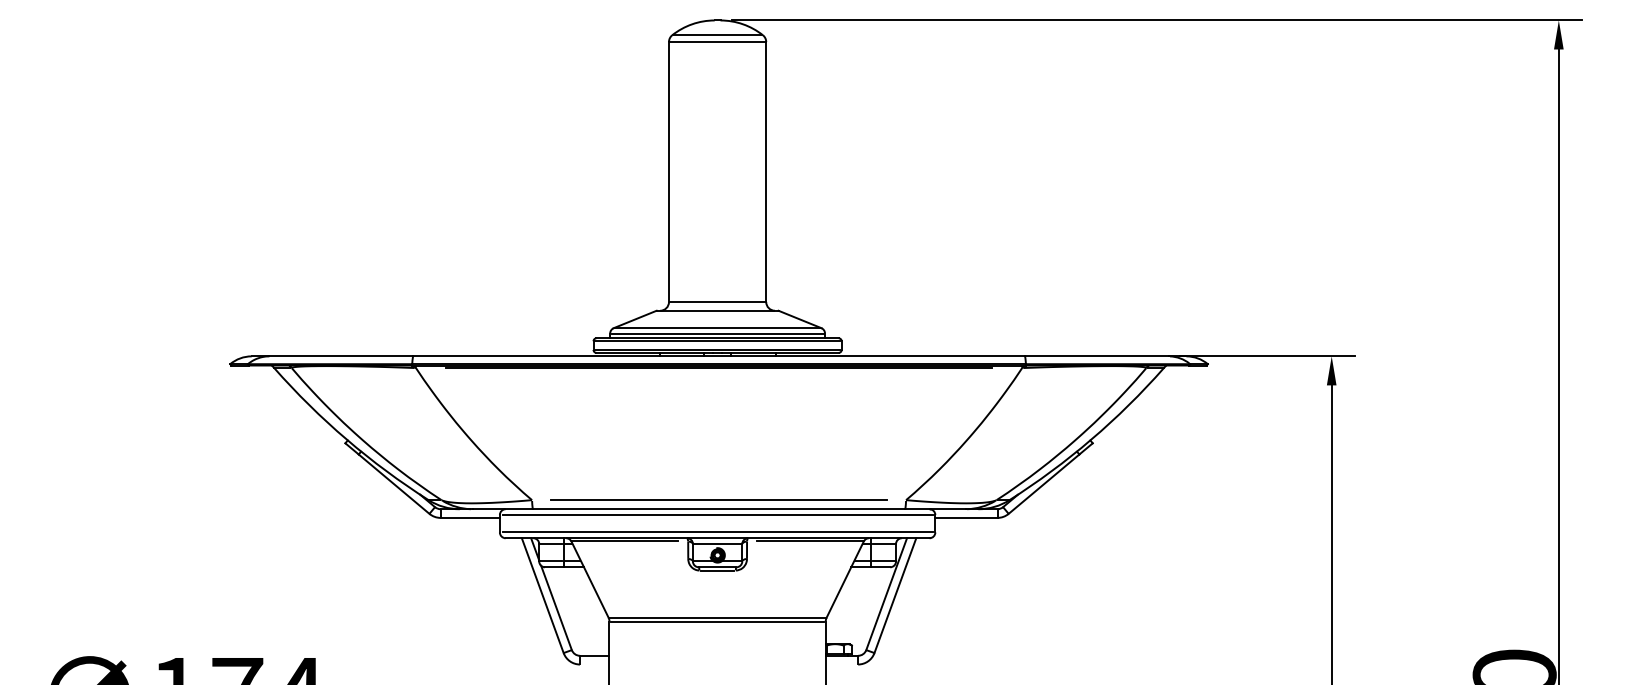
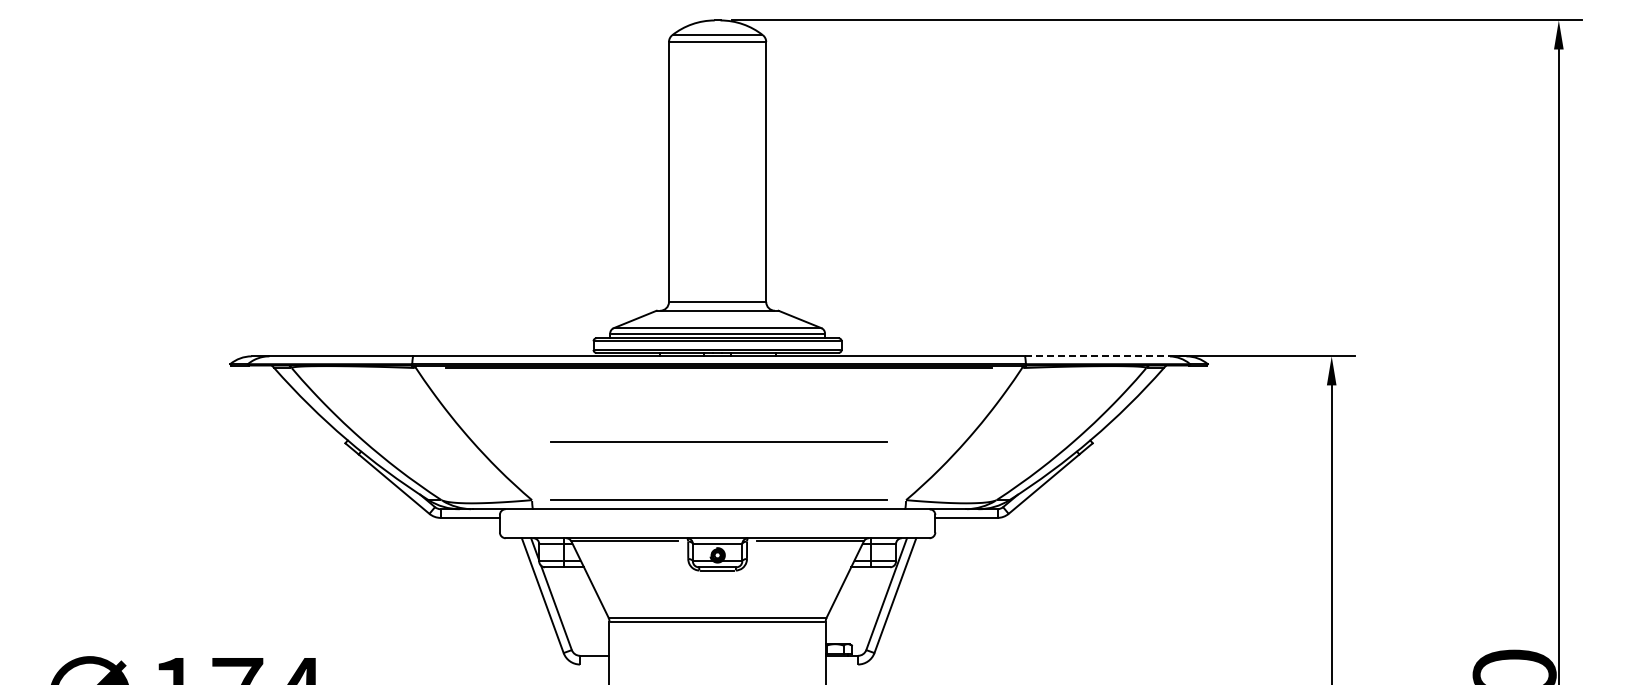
line at (1096, 356): solid -> dashed
line at (718, 441): none -> present
line at (717, 515): present -> none
line at (717, 532): present -> none
